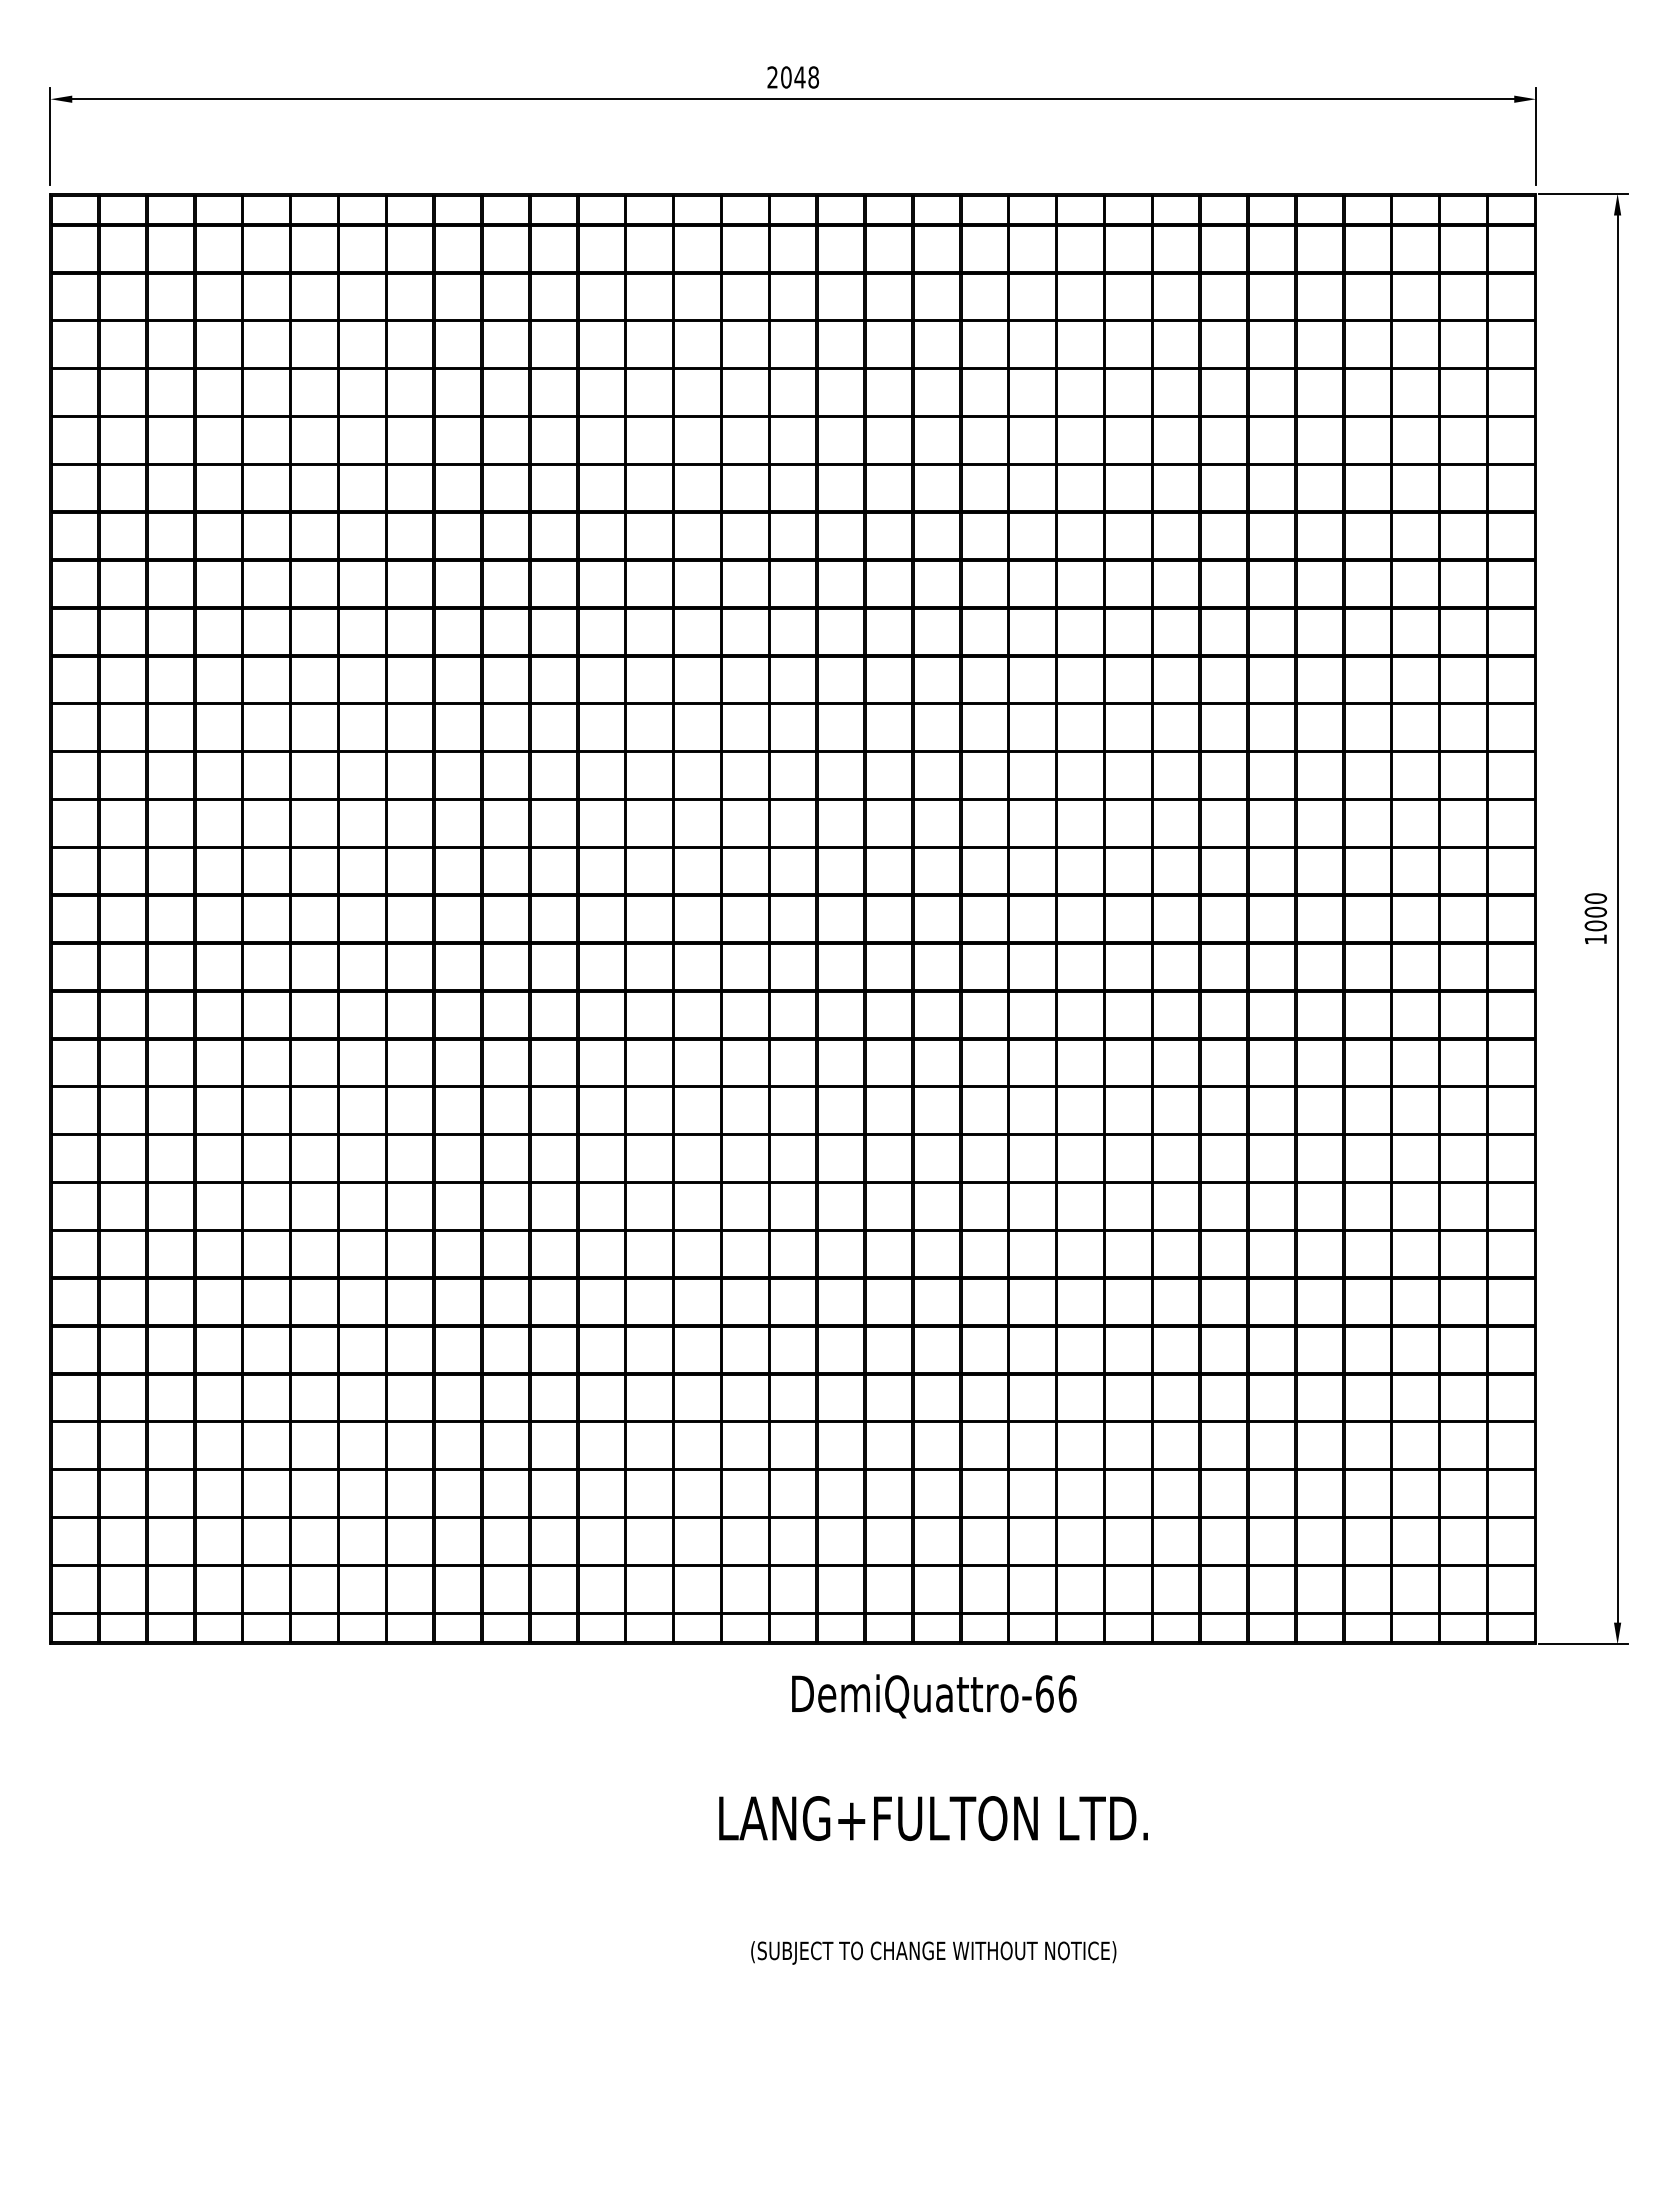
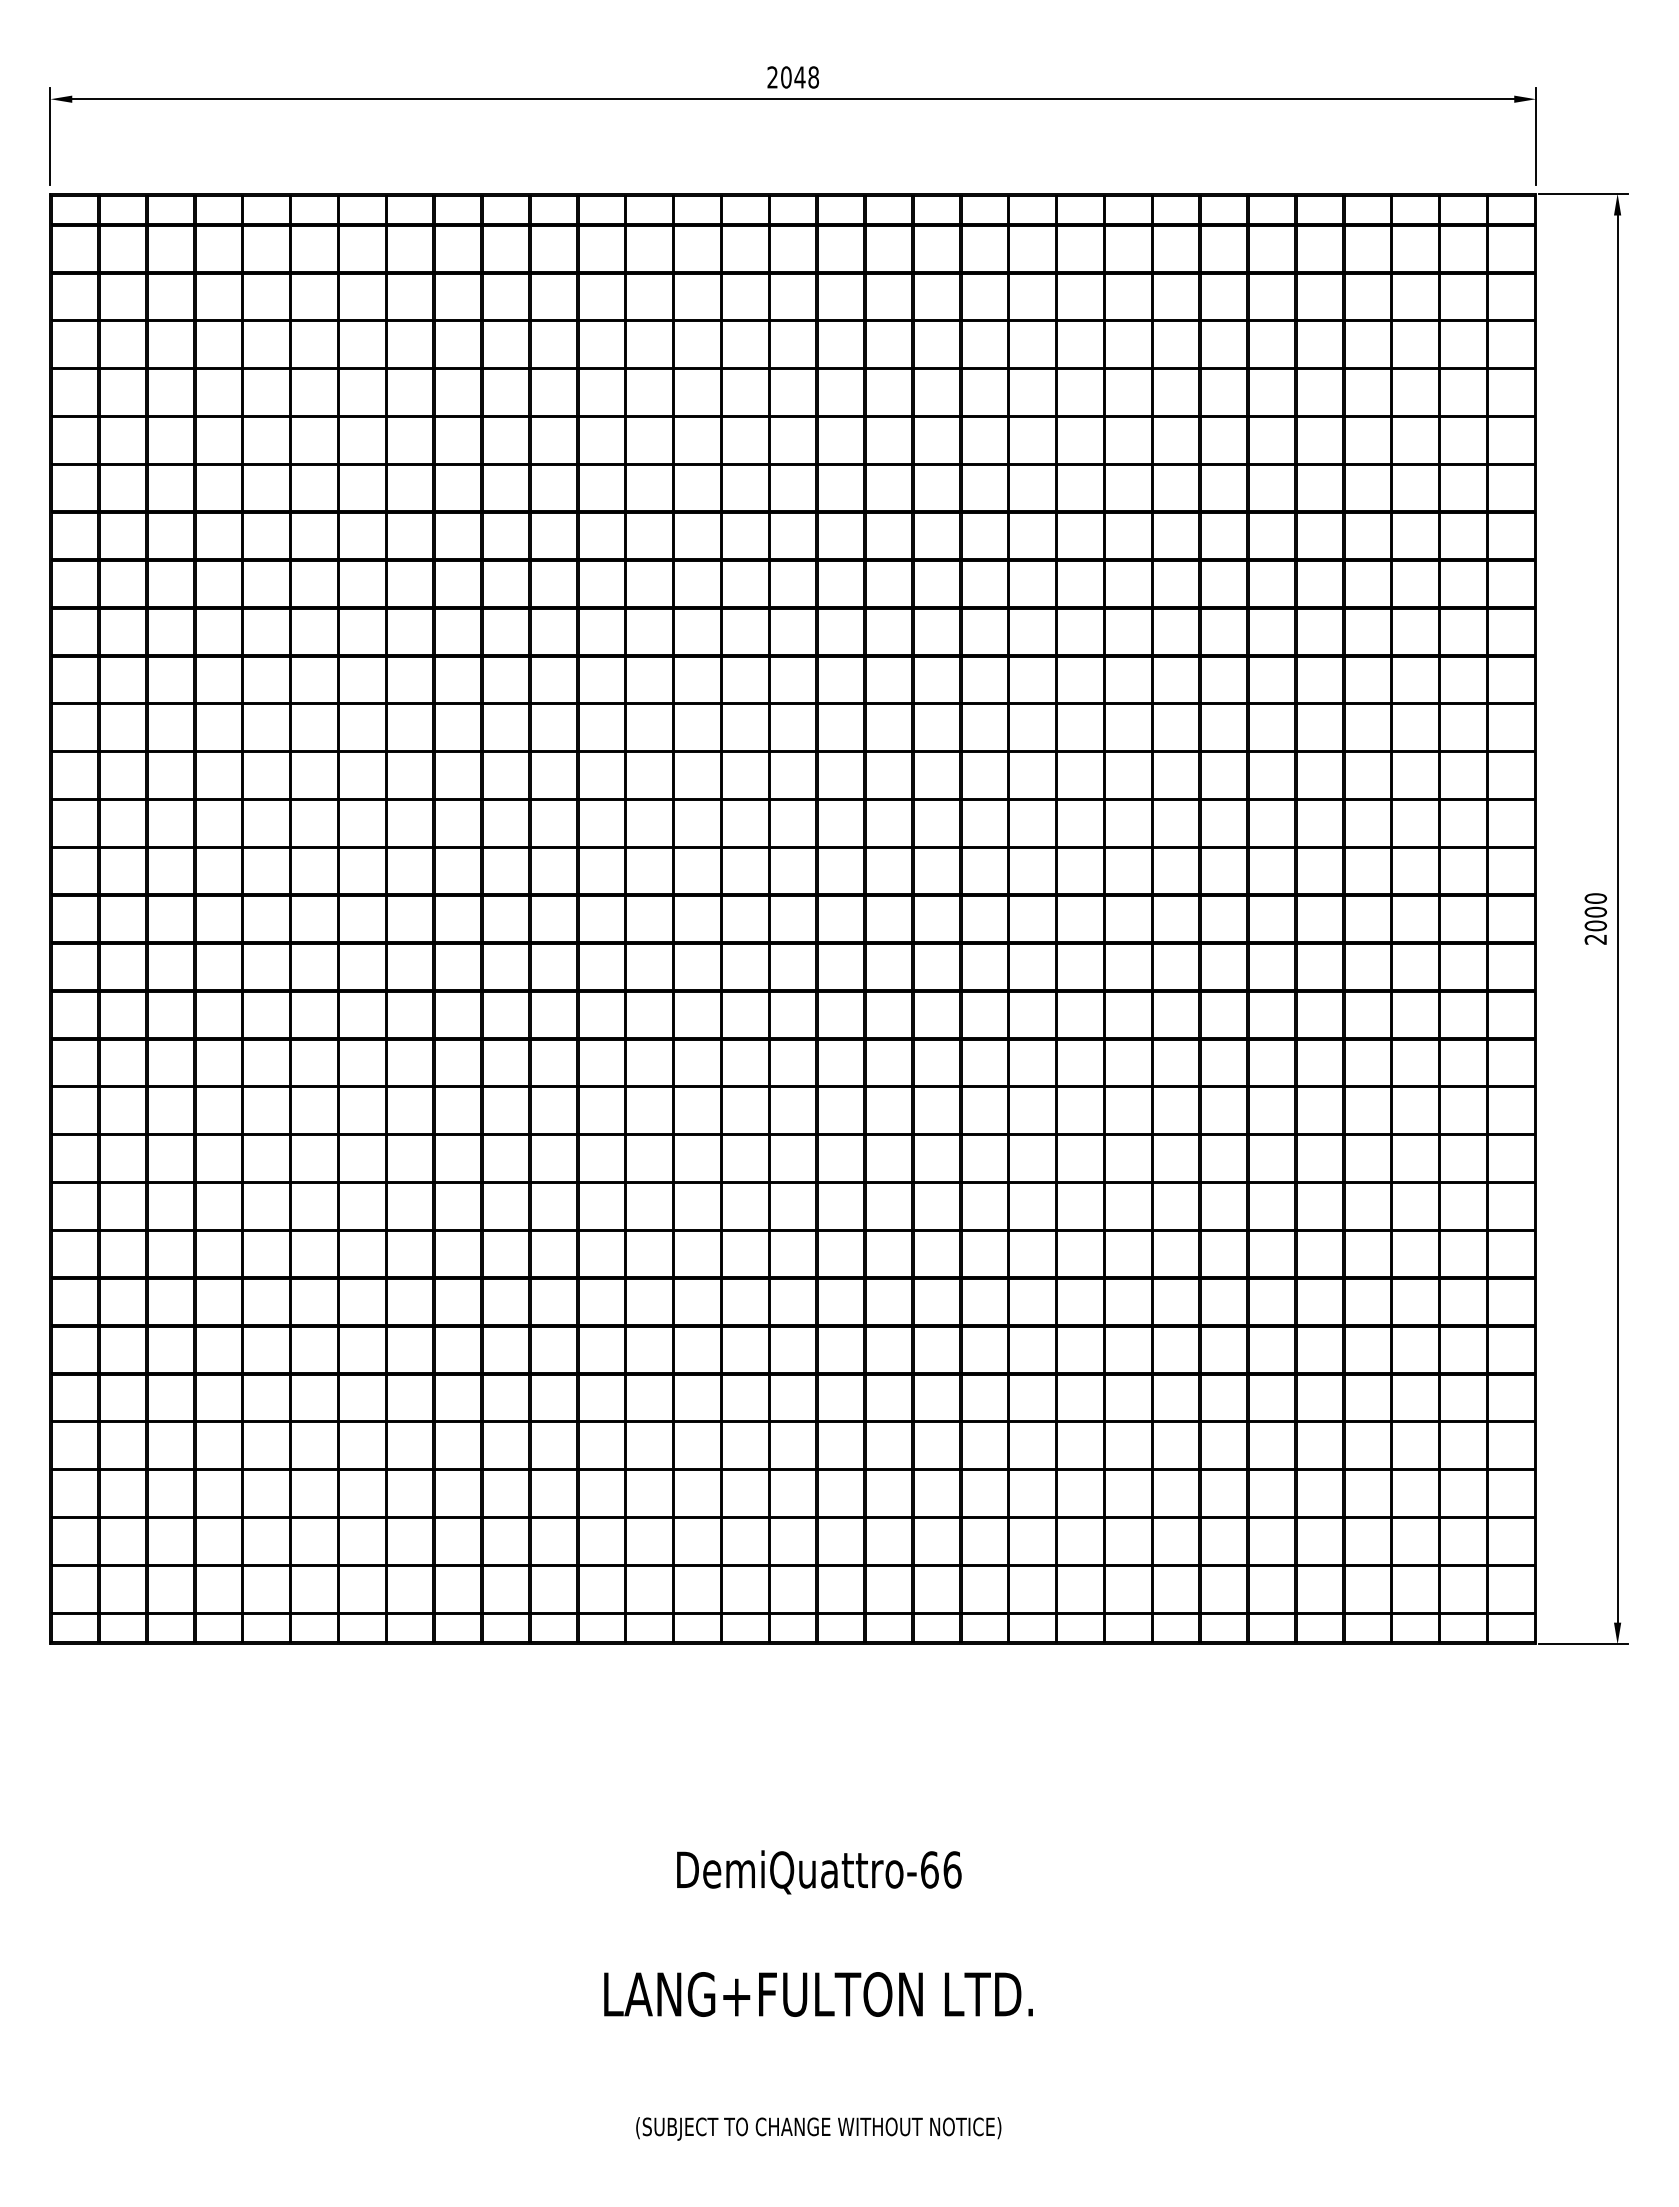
text at (1595, 939): 1000 -> 2000
text at (933, 1819) position: (933, 1819) -> (818, 1995)
